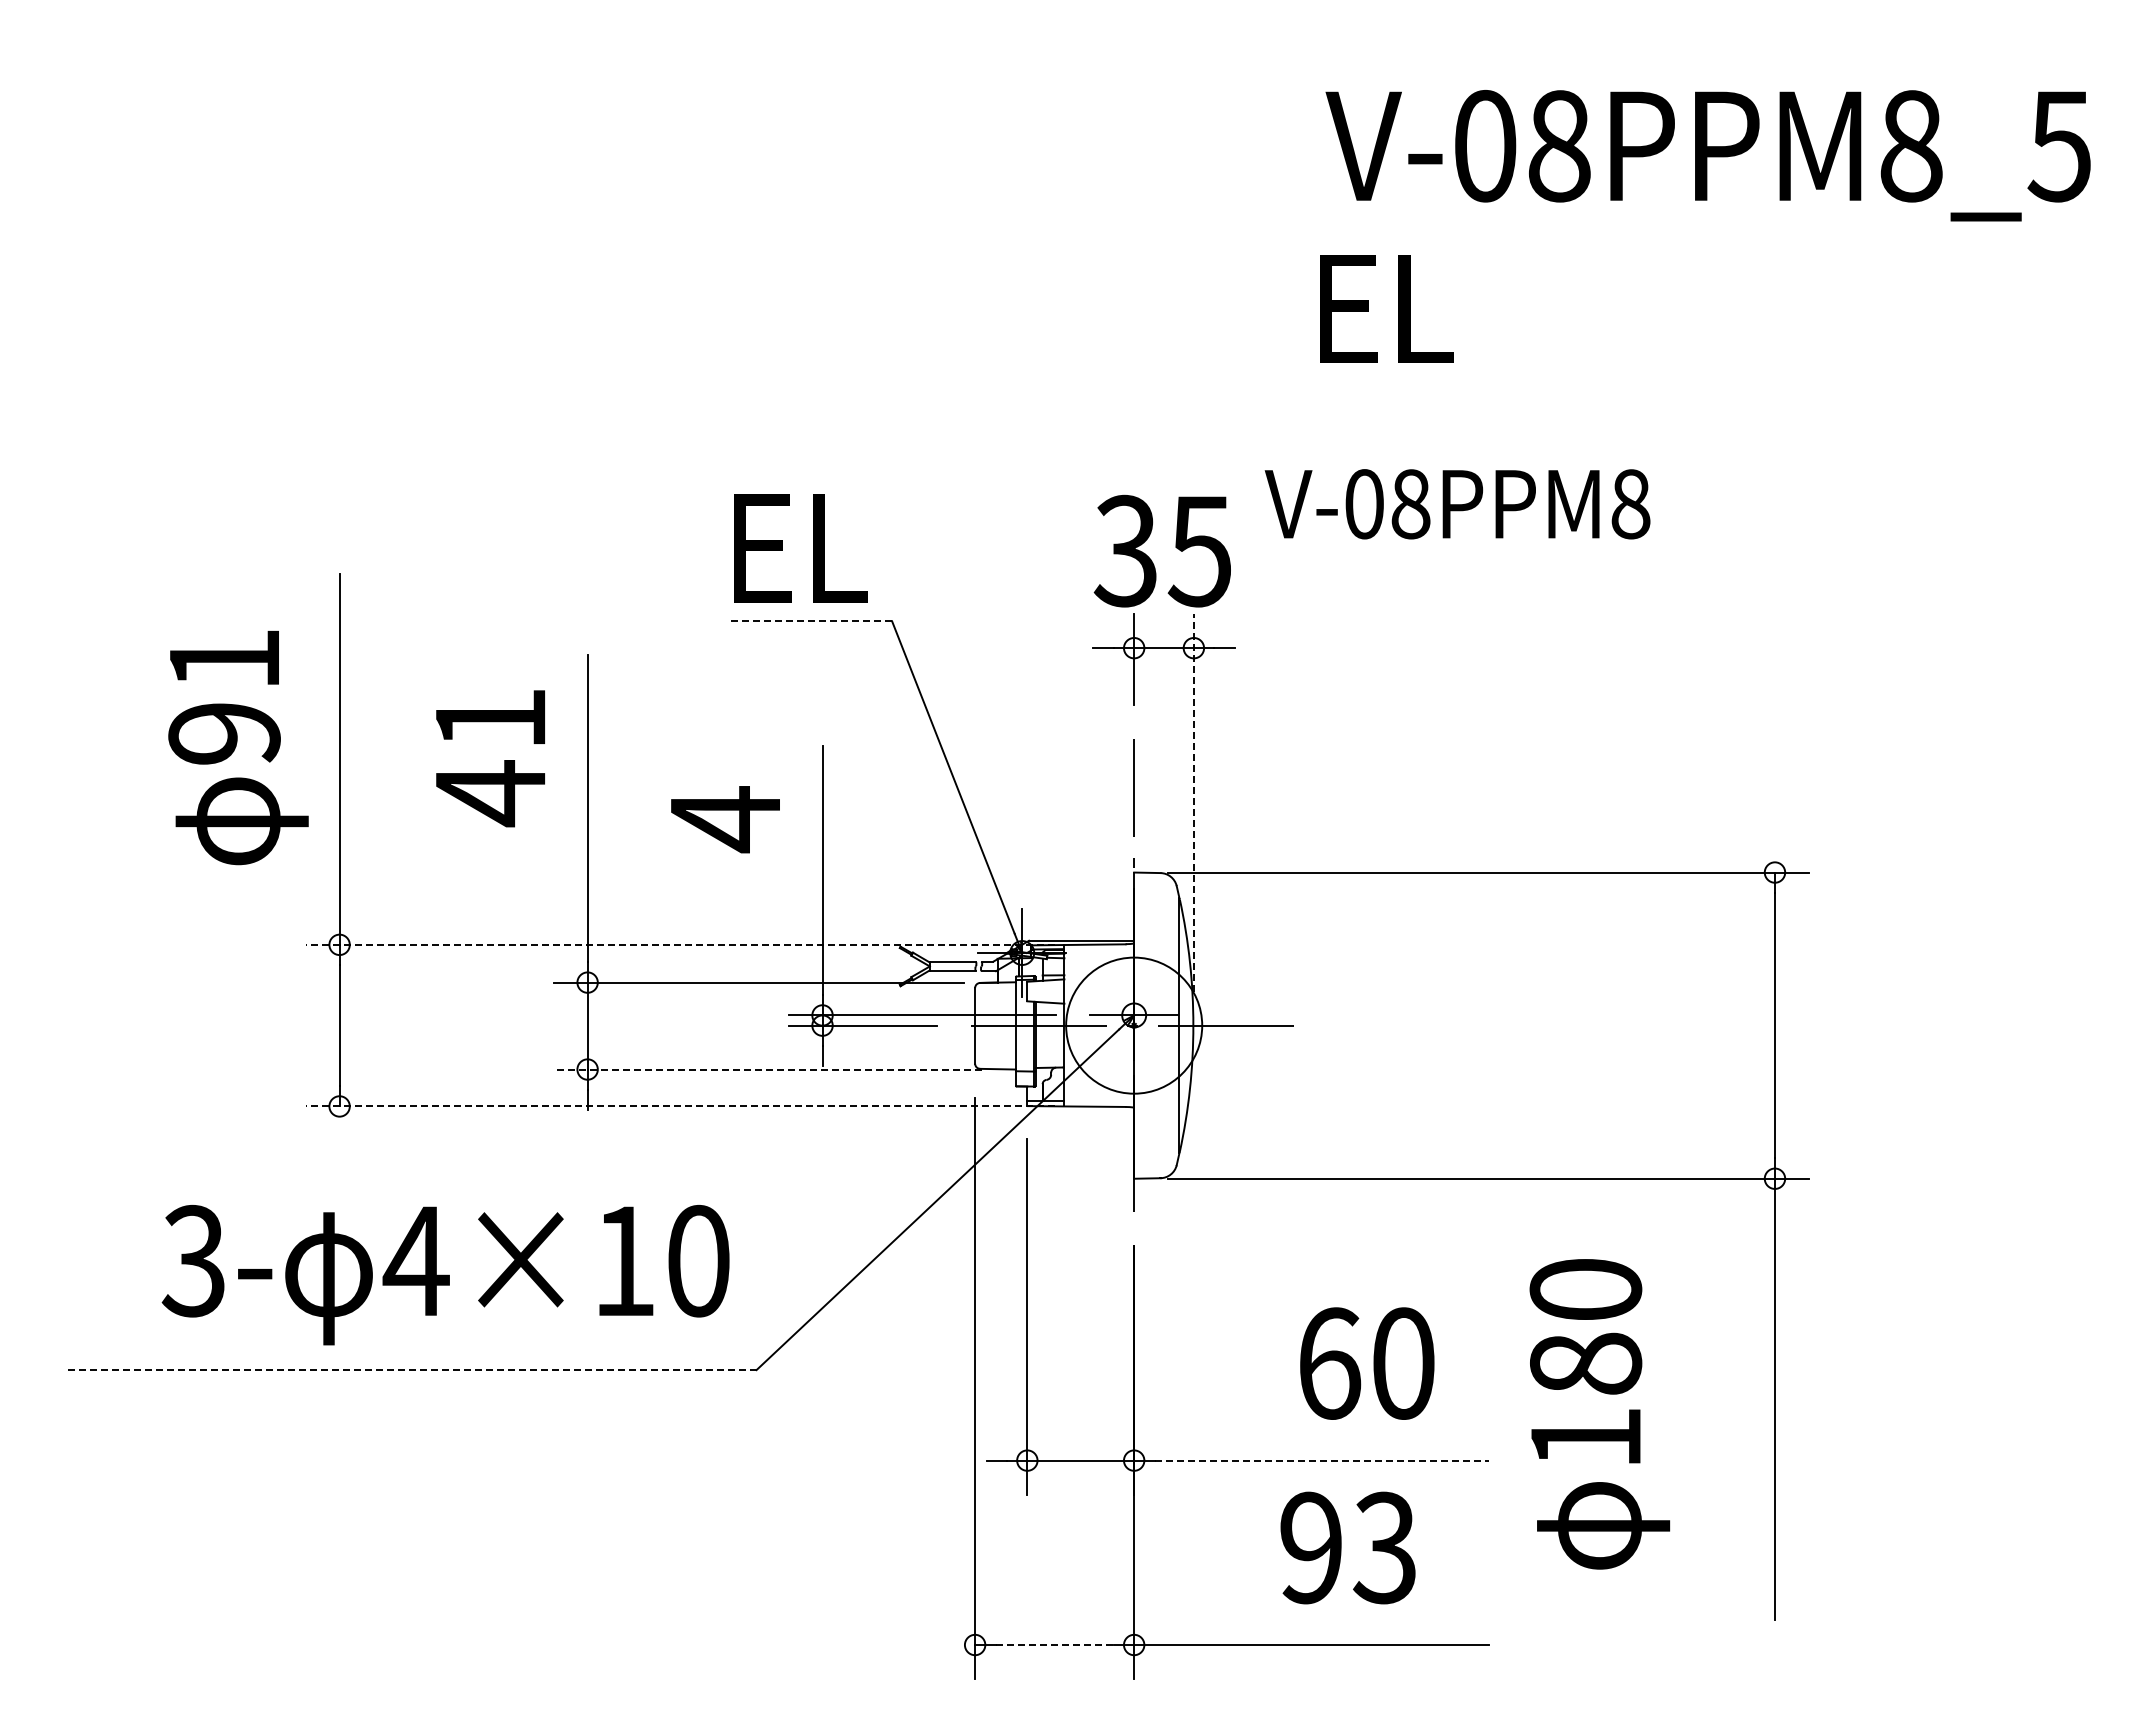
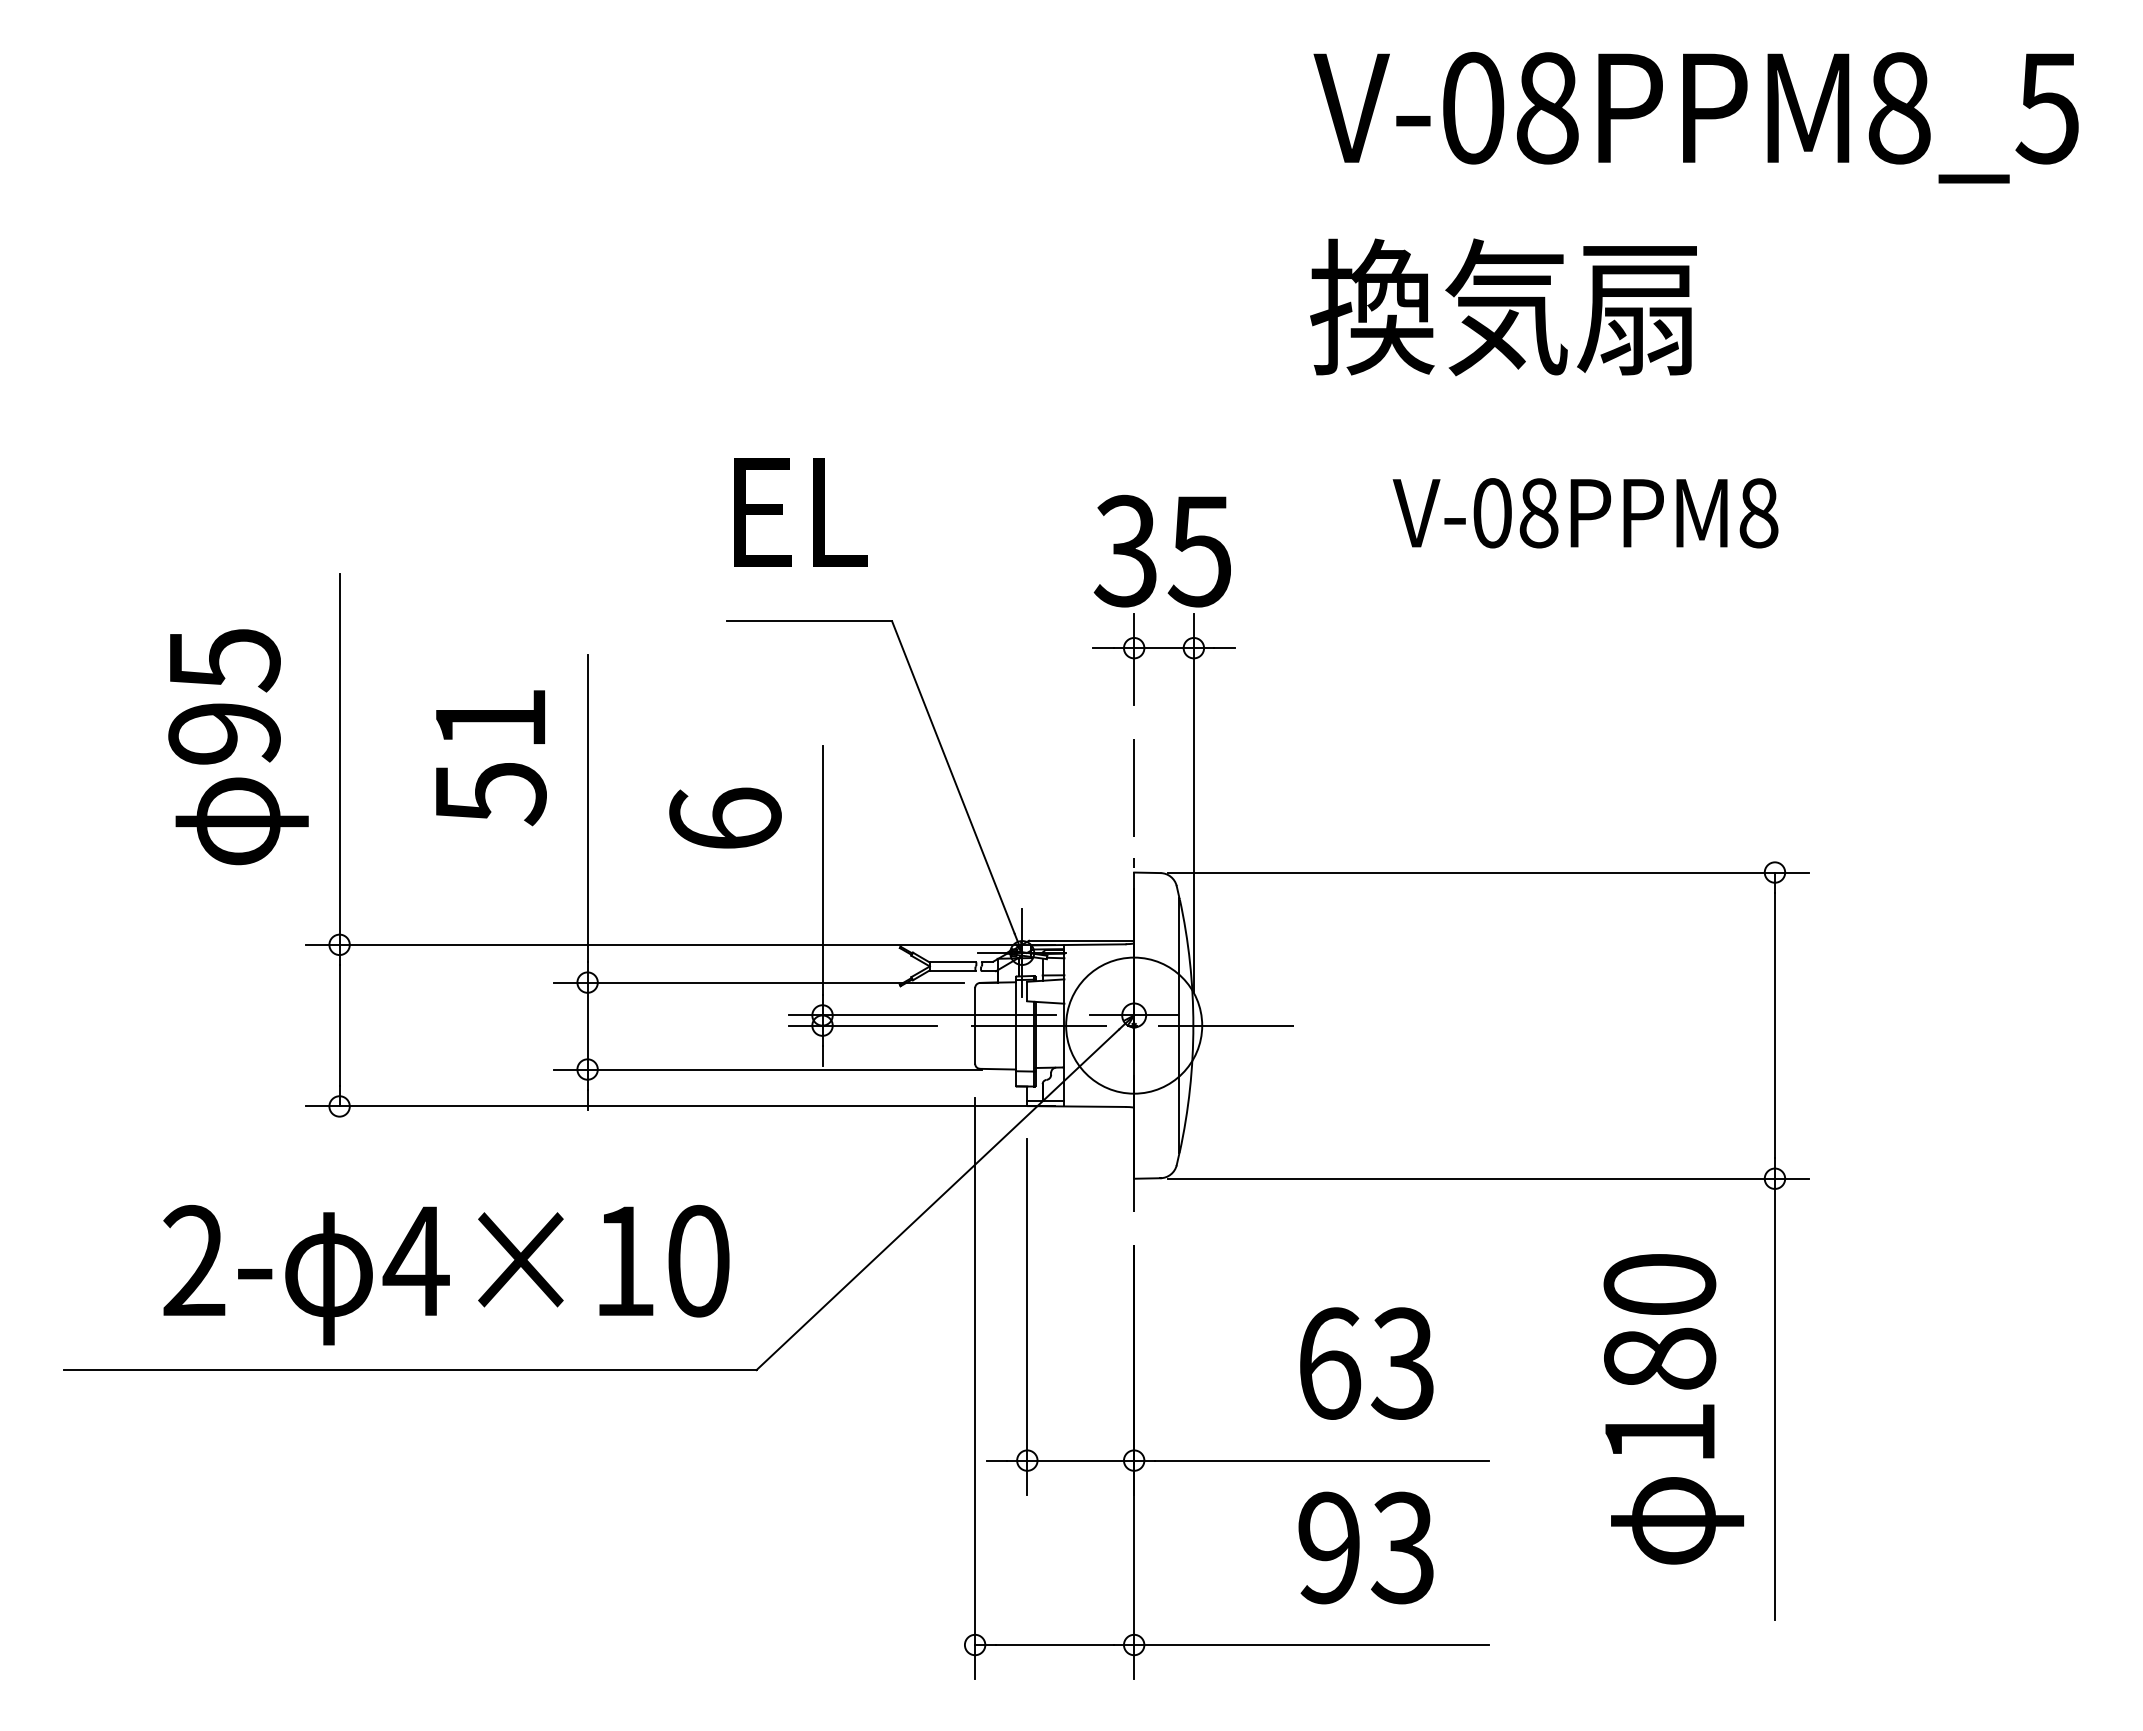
text at (1707, 155) position: (1707, 155) -> (1695, 117)
text at (1503, 307): EL -> 換気扇
text at (1457, 504) position: (1457, 504) -> (1585, 513)
text at (800, 548) position: (800, 548) -> (800, 512)
line at (809, 621): dashed -> solid
text at (225, 660): 91 -> 95
text at (491, 793): 41 -> 51
line at (1193, 802): dashed -> solid
text at (725, 819): 4 -> 6
line at (680, 944): dashed -> solid
line at (767, 1069): dashed -> solid
line at (680, 1106): dashed -> solid
text at (193, 1261): 3- -> 2-
text at (1402, 1363): 60 -> 63
line at (409, 1370): dashed -> solid
text at (1599, 1414) position: (1599, 1414) -> (1673, 1409)
line at (1322, 1460): dashed -> solid
text at (1347, 1547) position: (1347, 1547) -> (1365, 1547)
line at (1055, 1645): dashed -> solid
